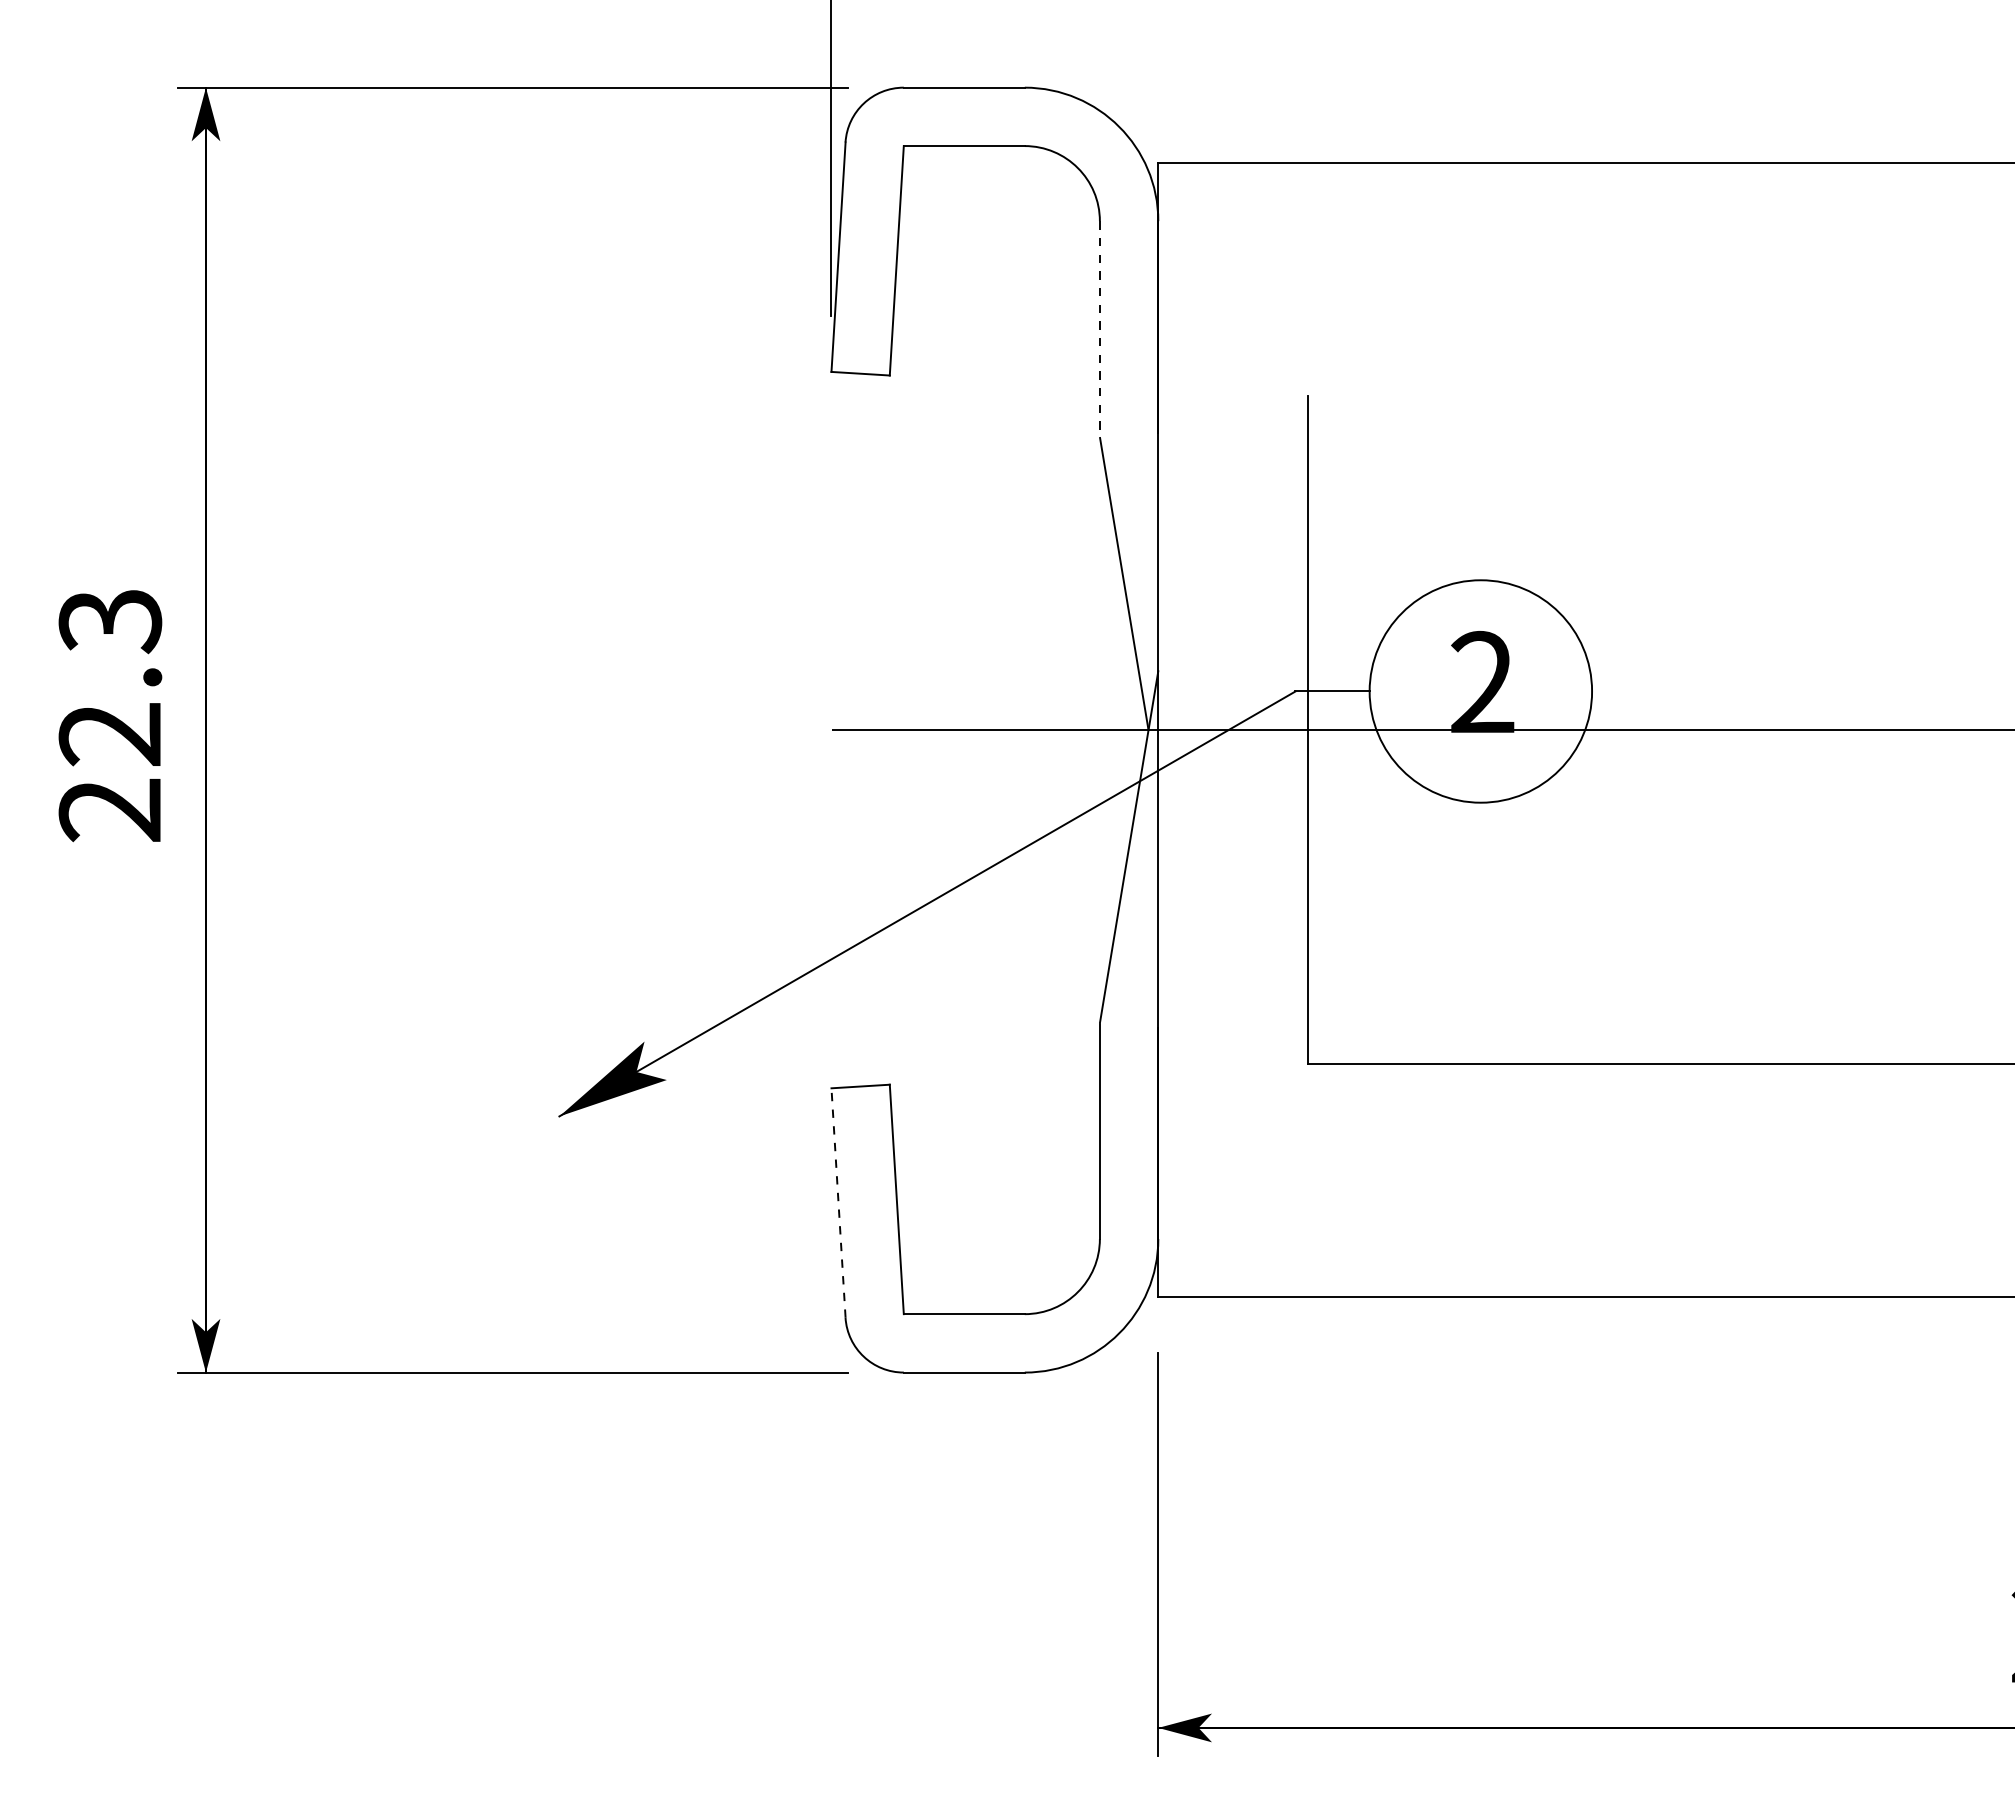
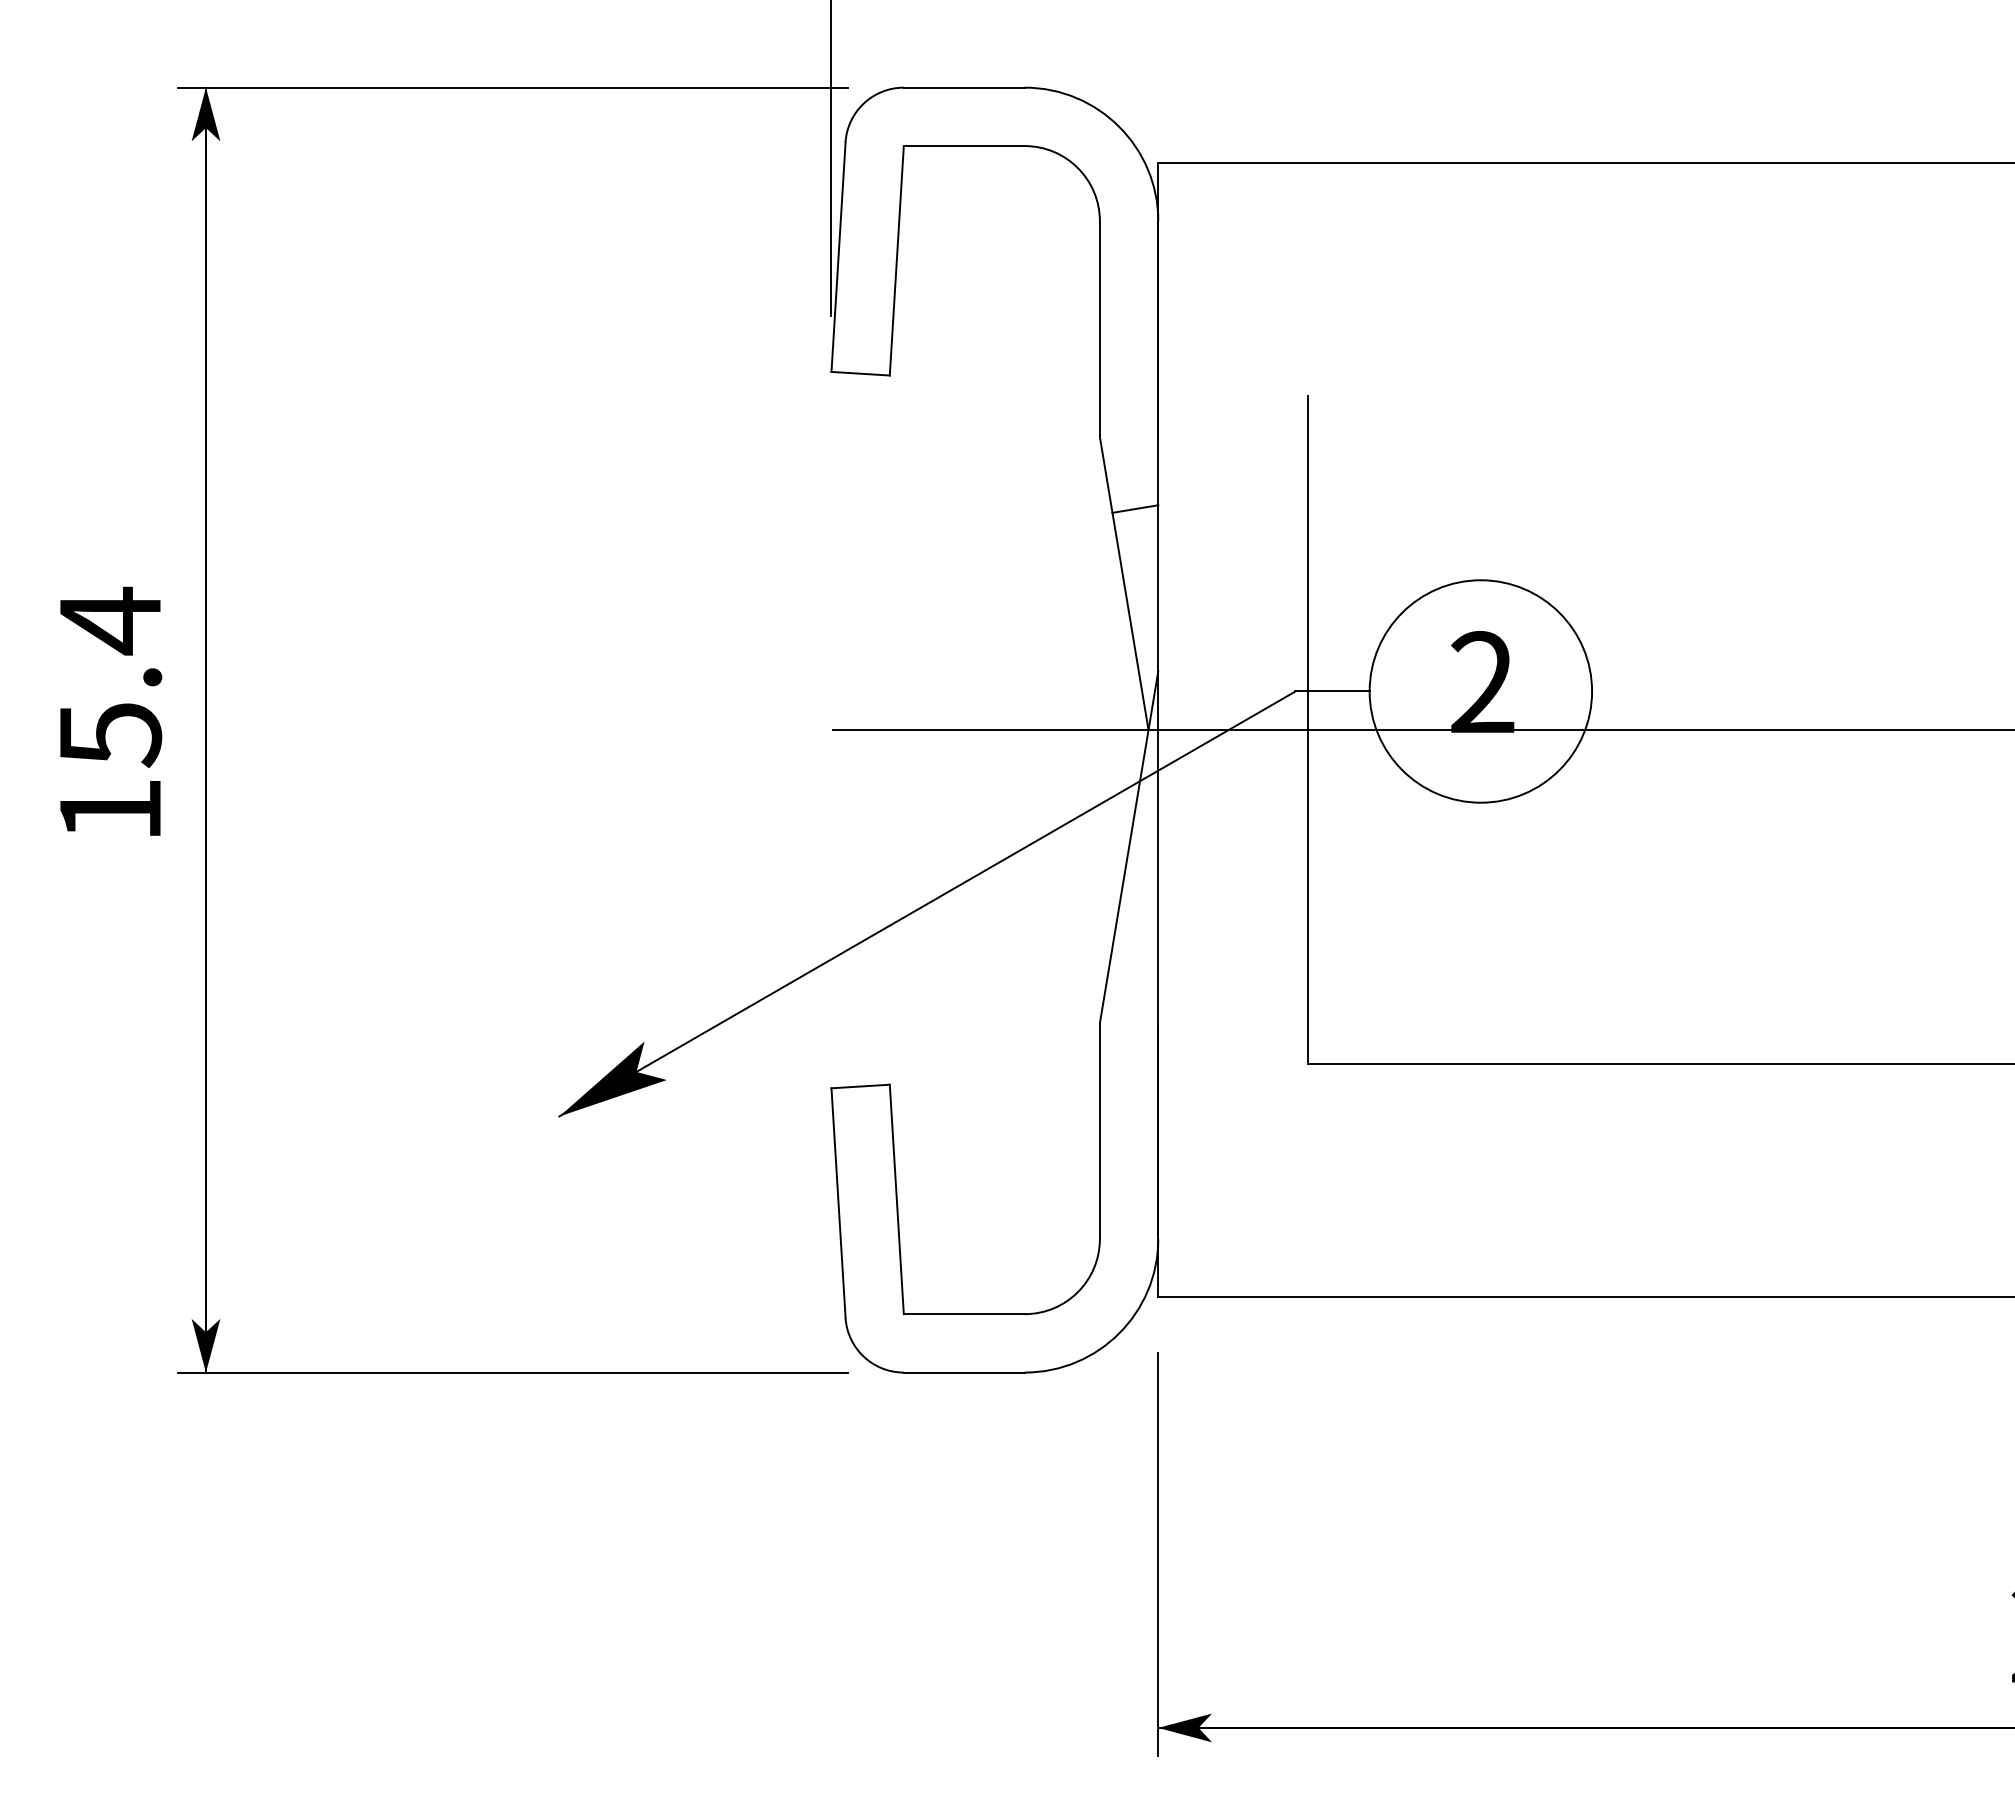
line at (1099, 328): dashed -> solid
line at (1135, 508): none -> present
text at (110, 714): 22.3 -> 15.4
line at (838, 1203): dashed -> solid
